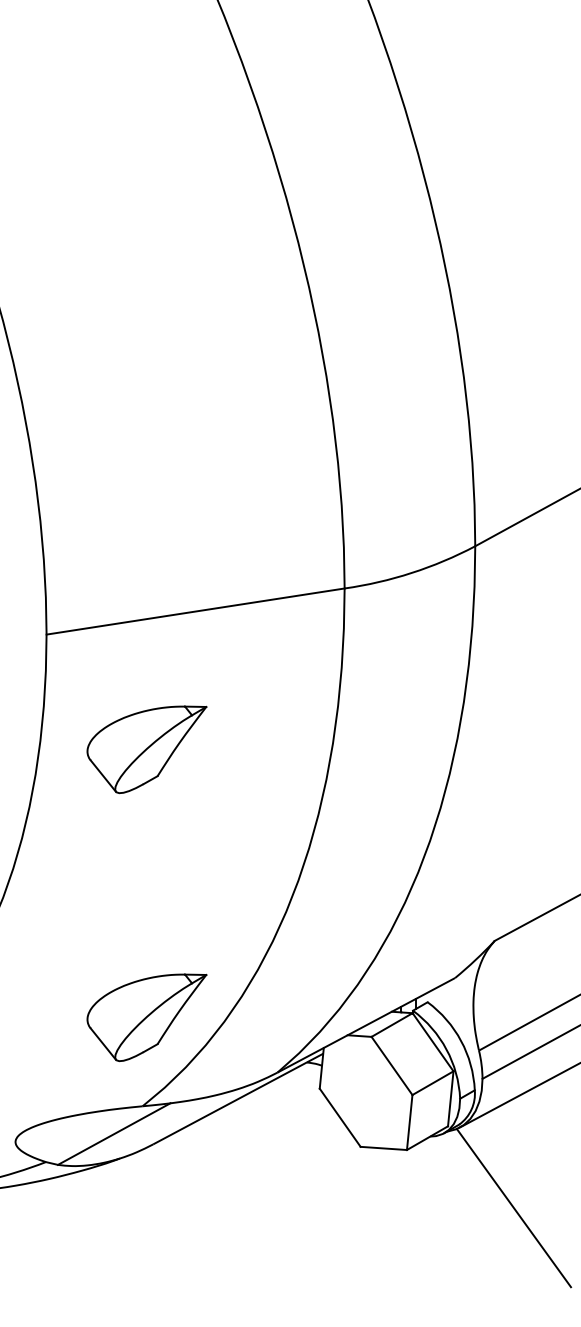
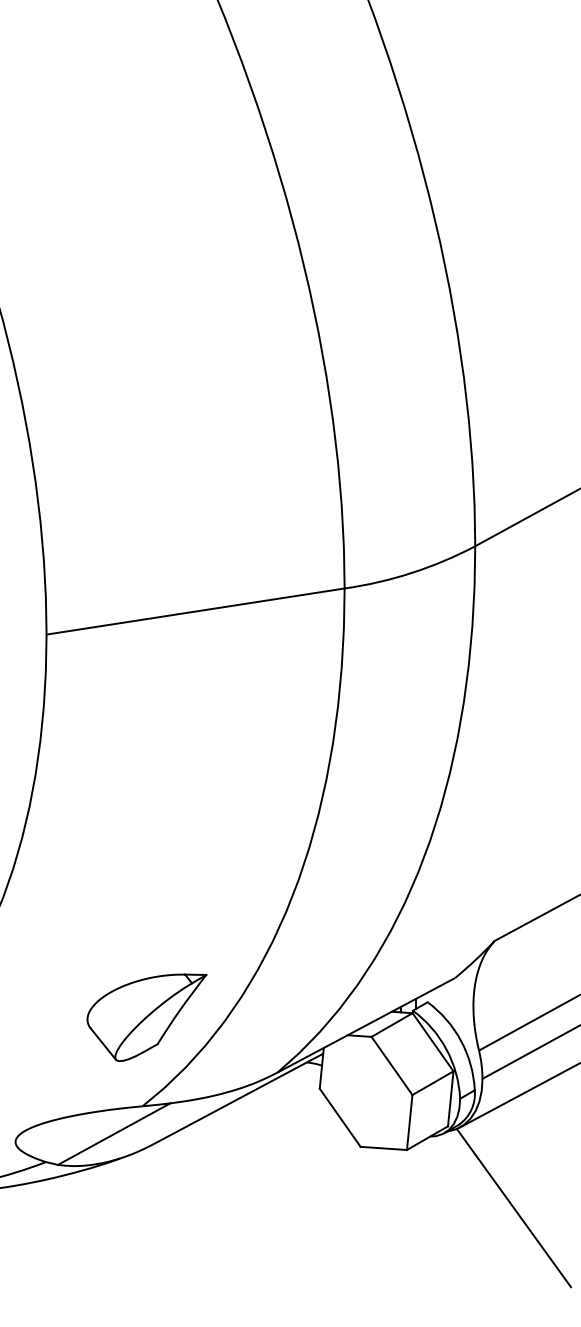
part at (146, 749): present -> none
